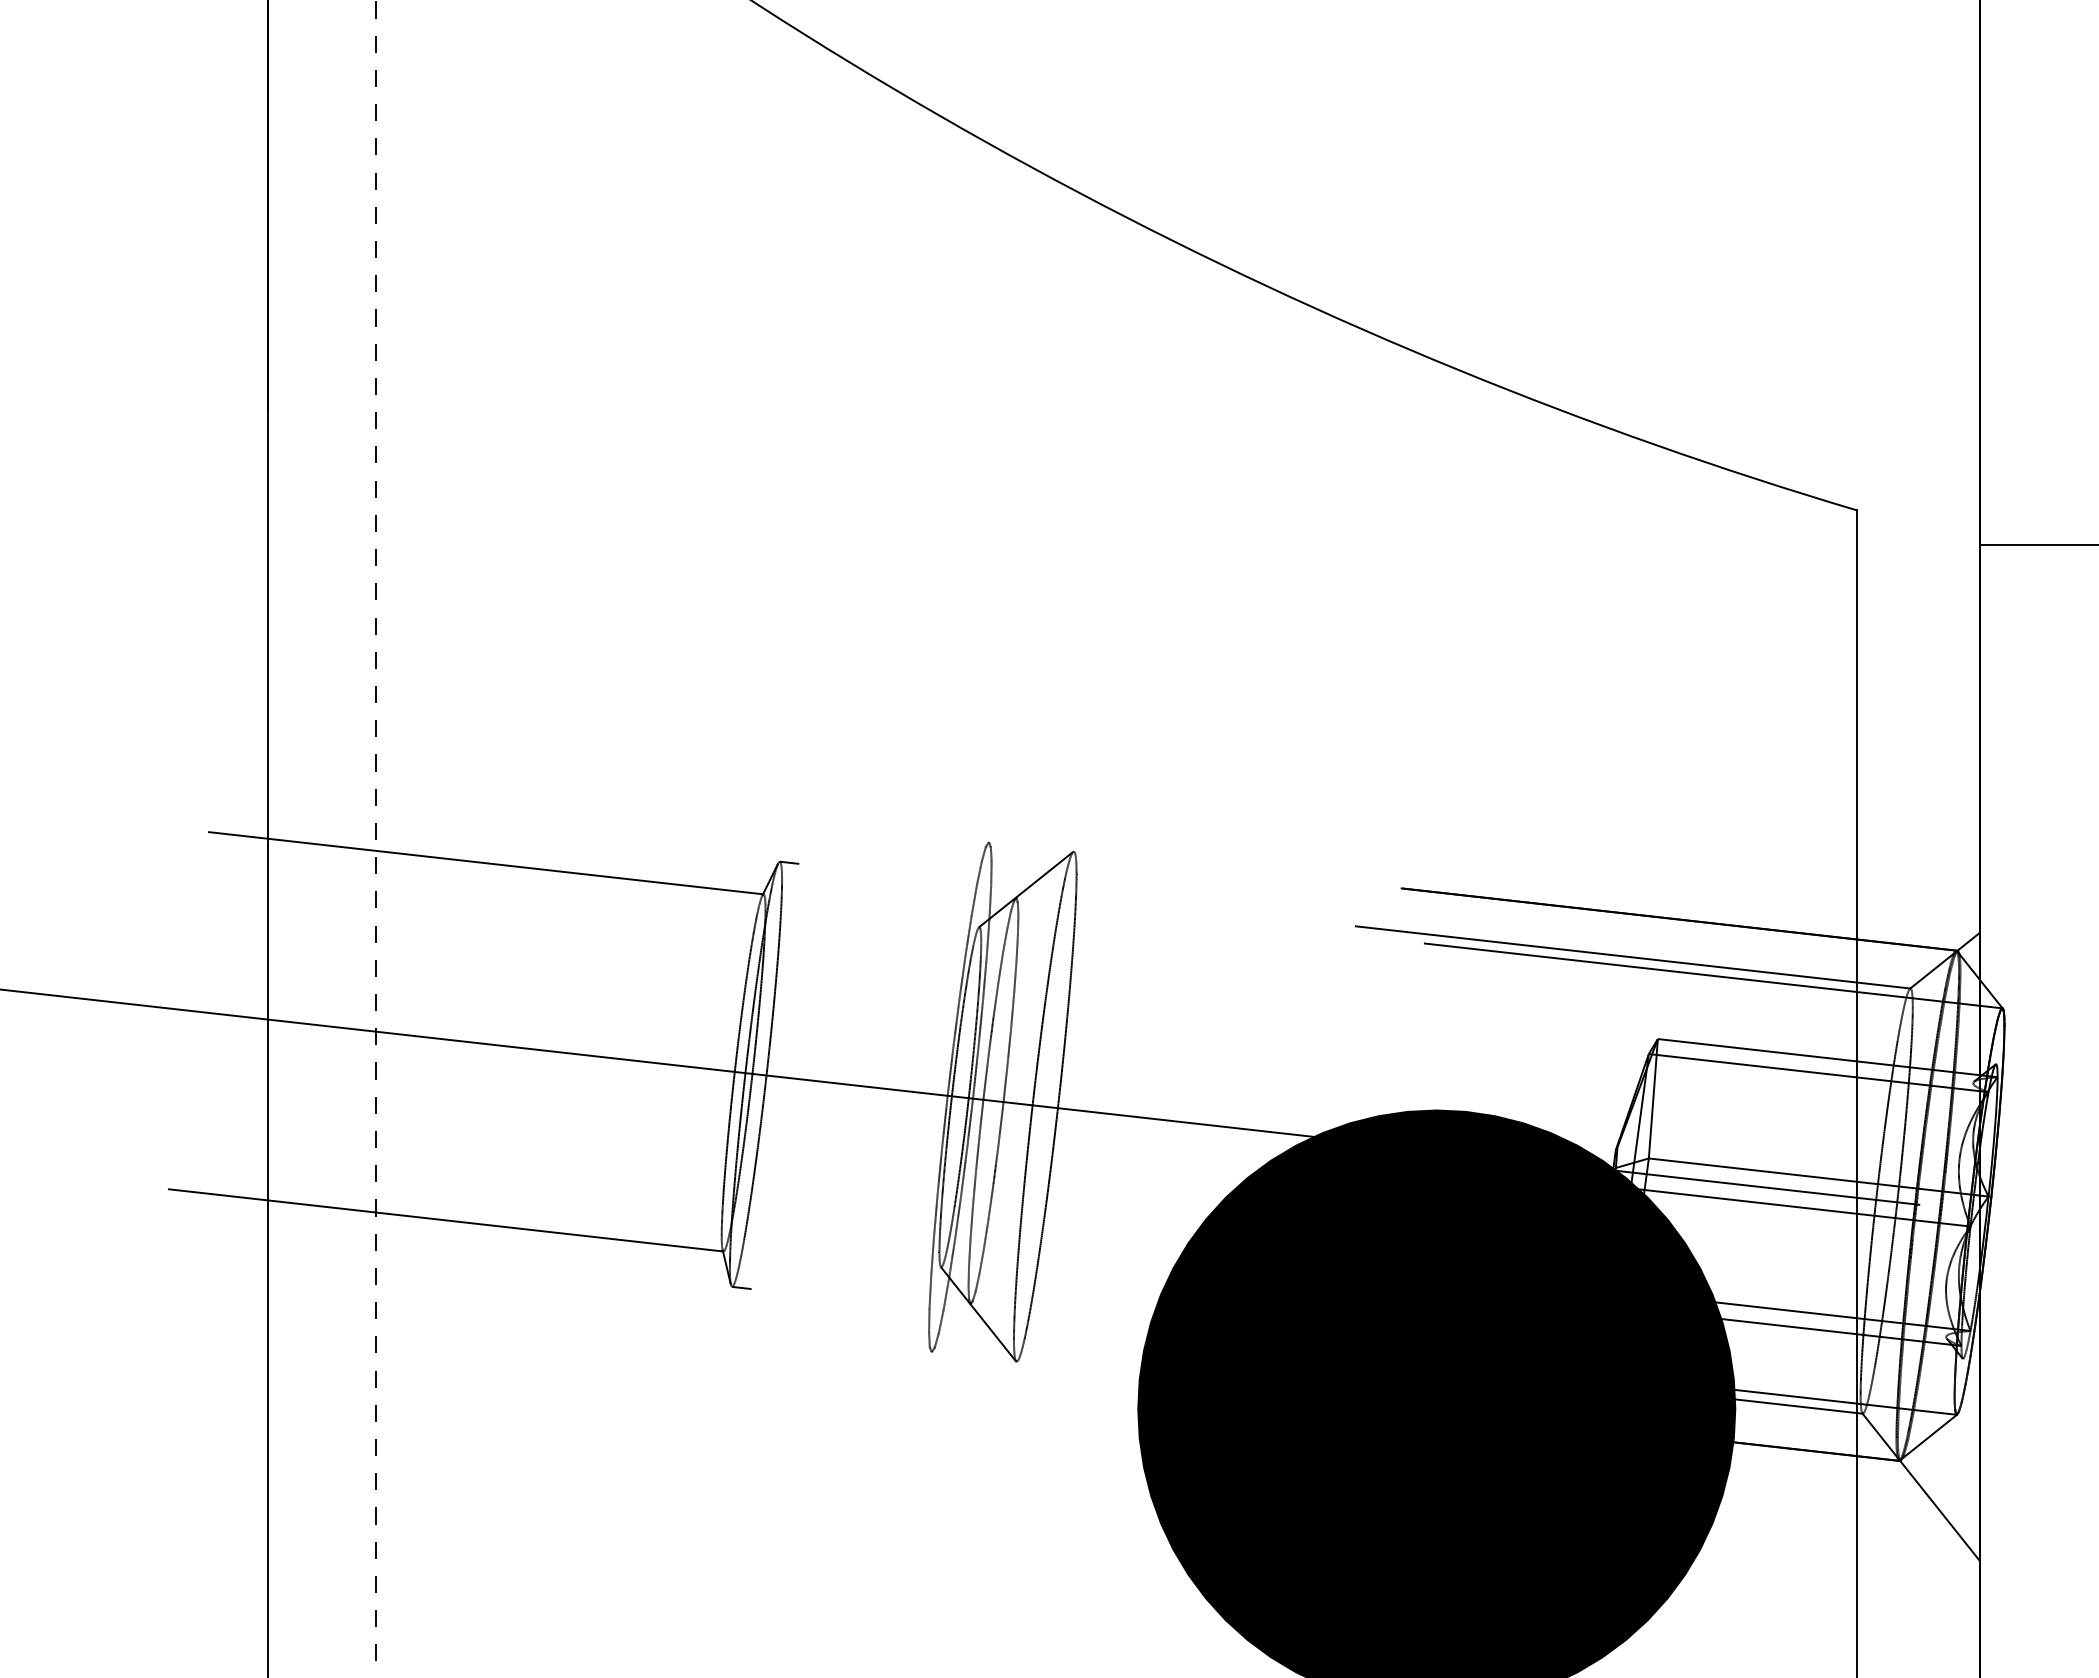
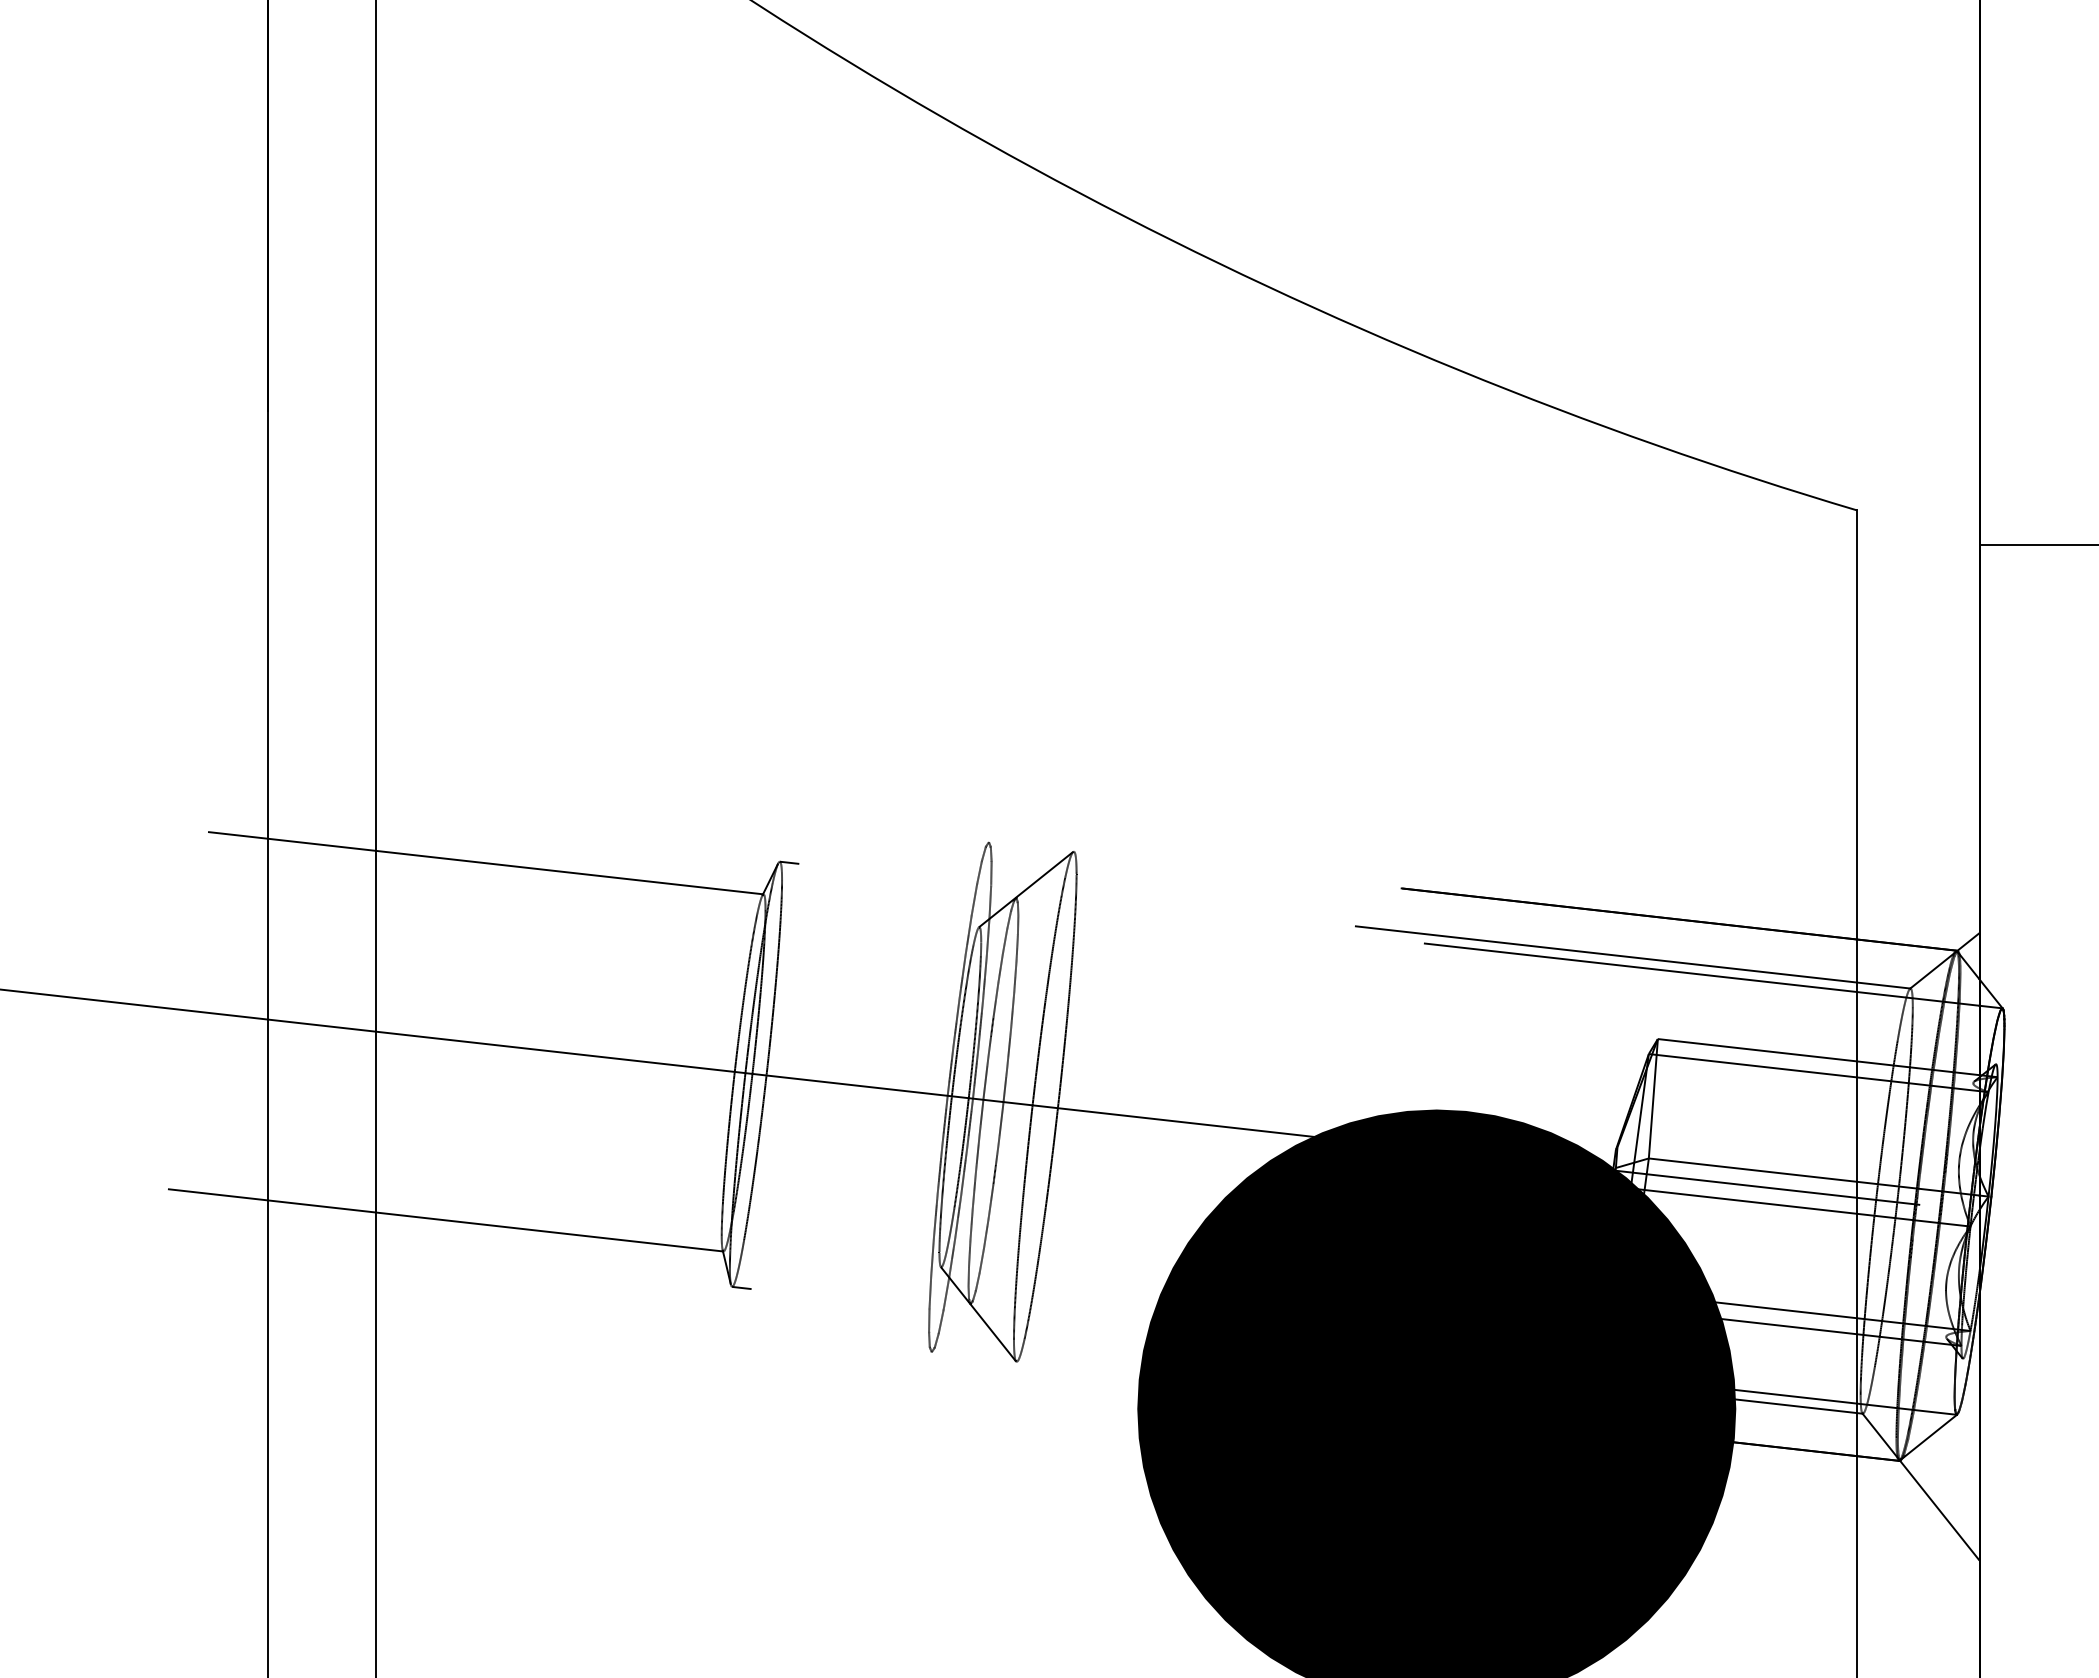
line at (376, 839): dashed -> solid
